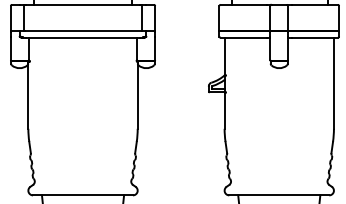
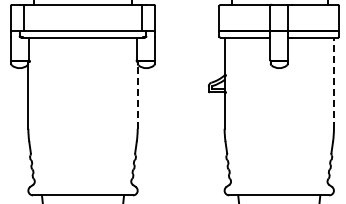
line at (333, 83): solid -> dashed
line at (137, 95): solid -> dashed
